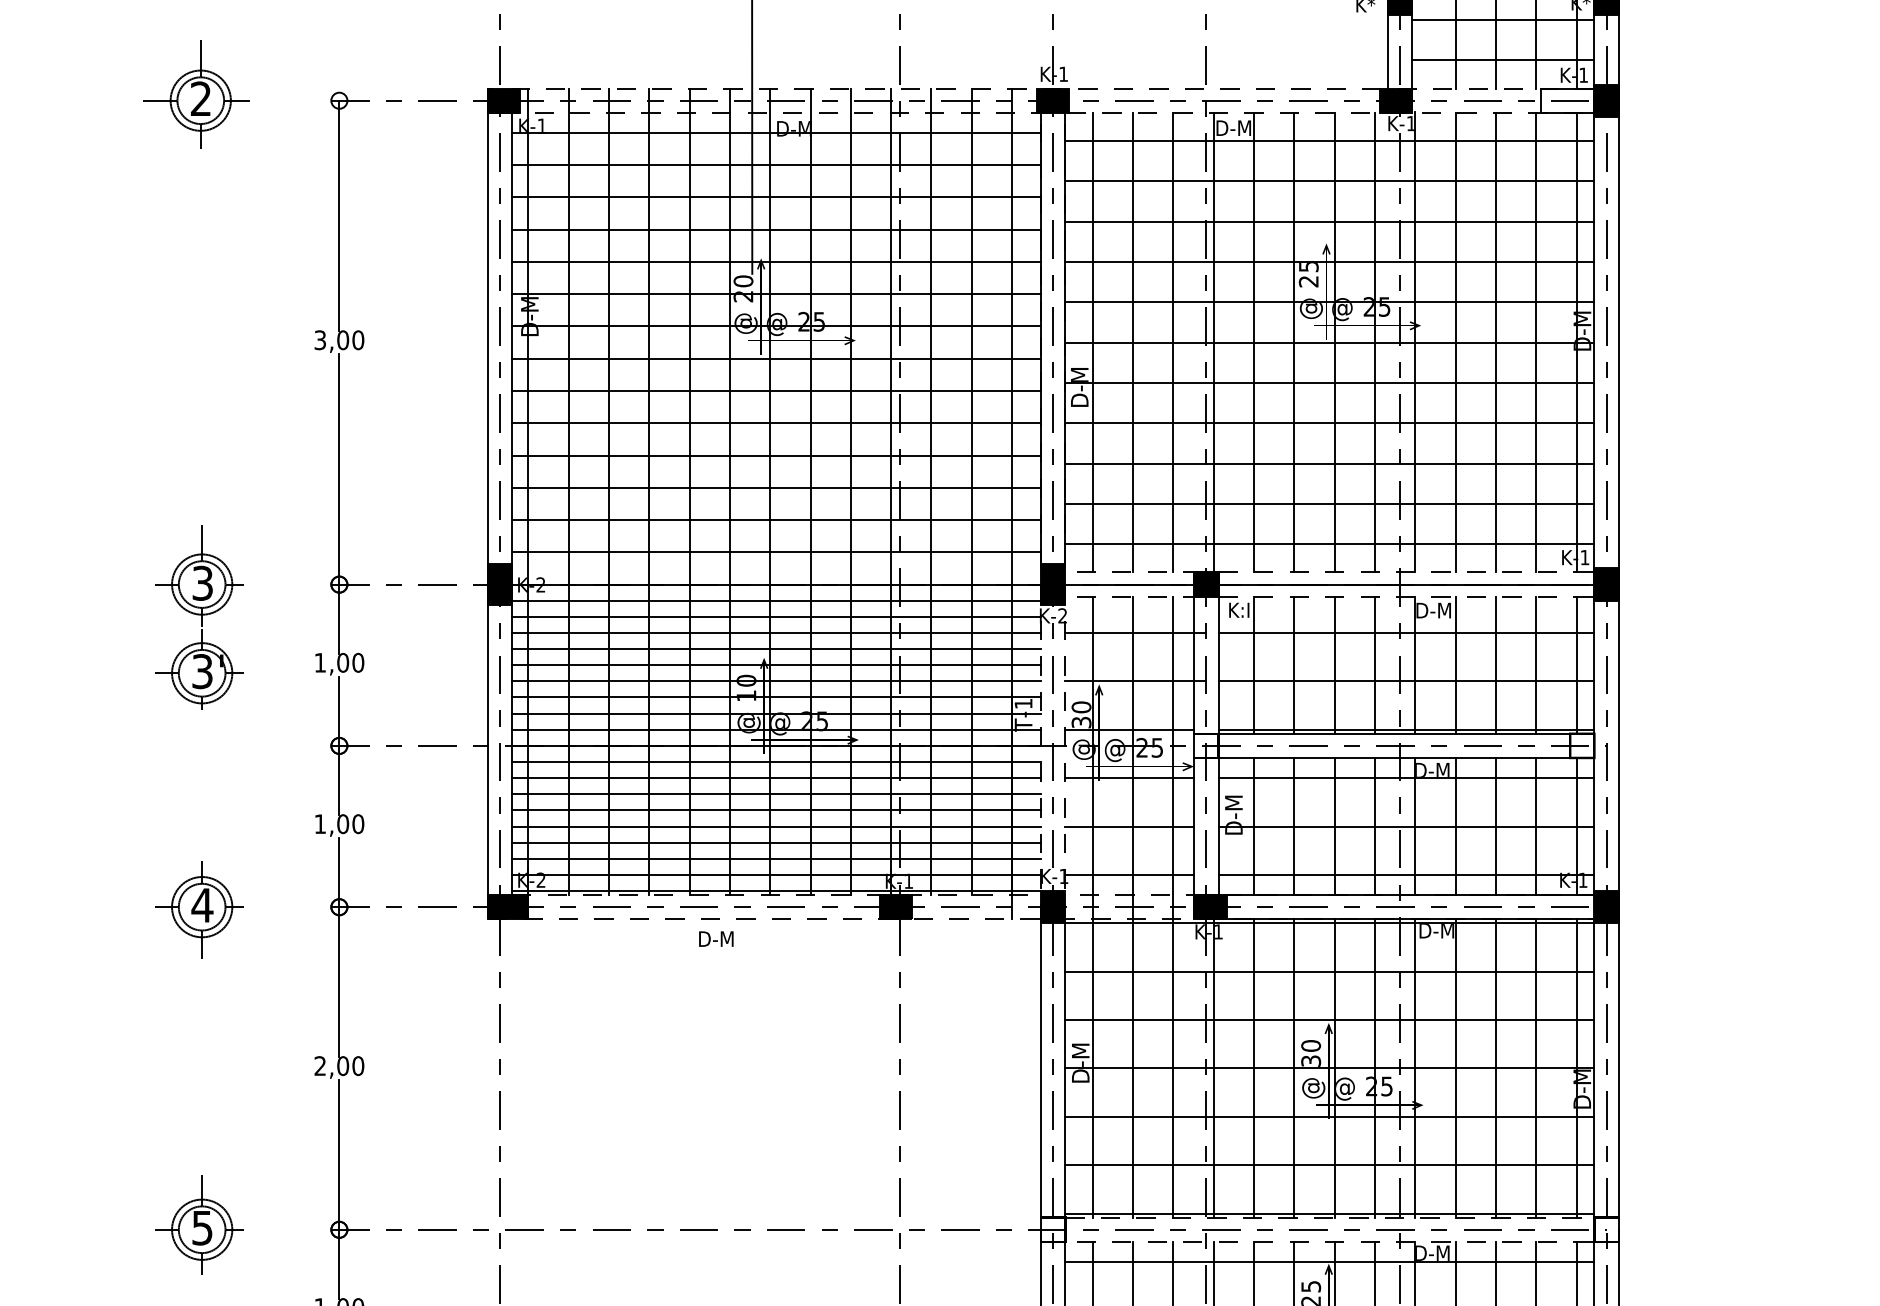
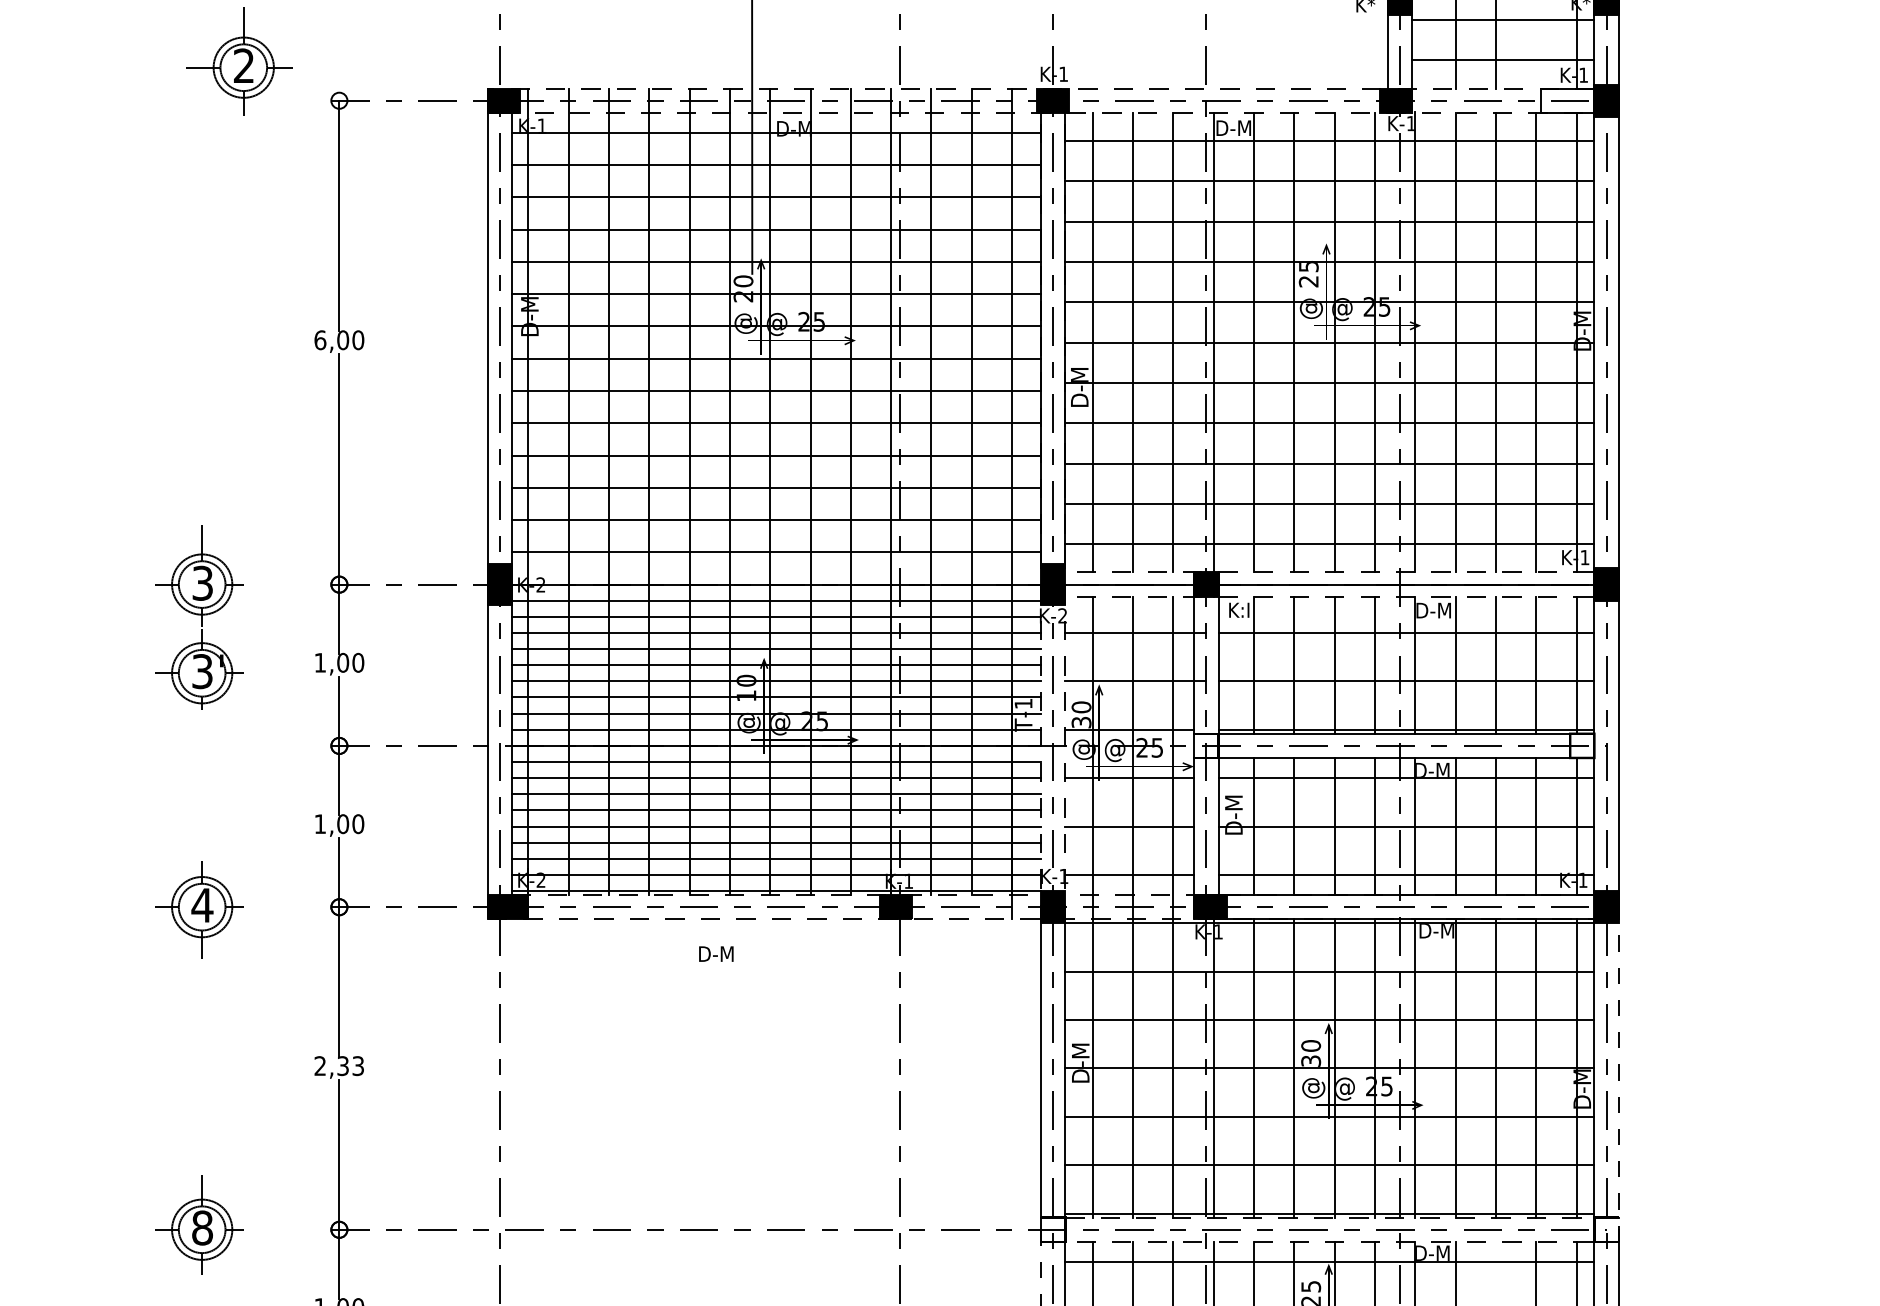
line at (1536, 45): present -> none
part at (196, 94) position: (196, 94) -> (239, 61)
text at (320, 340): 3,00 -> 6,00
text at (716, 938) position: (716, 938) -> (716, 953)
text at (350, 1066): 2,00 -> 2,33
line at (1618, 1080): solid -> dashed
text at (202, 1227): 5 -> 8
line at (1041, 1267): solid -> dashed
line at (1496, 1271): present -> none
